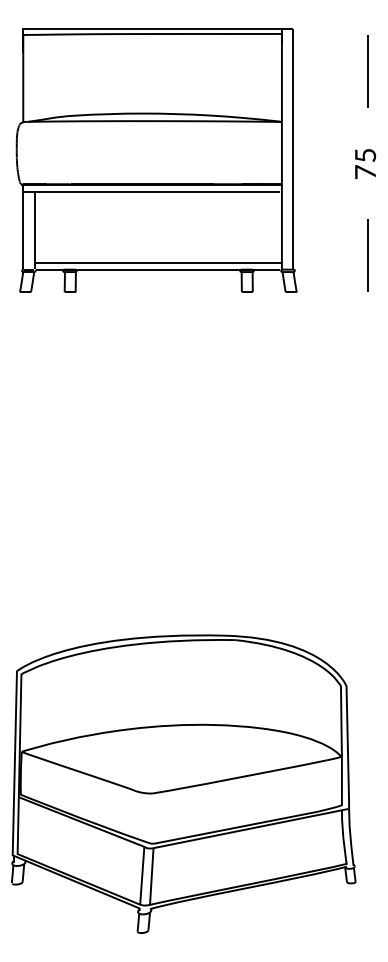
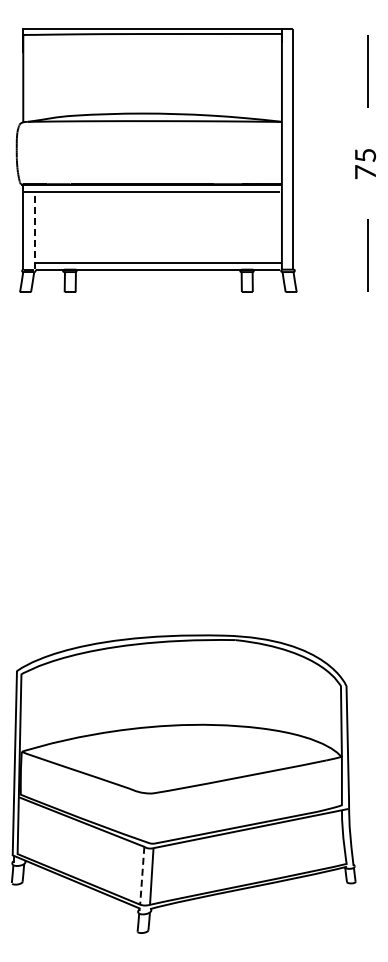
line at (34, 230): solid -> dashed
line at (142, 876): solid -> dashed
